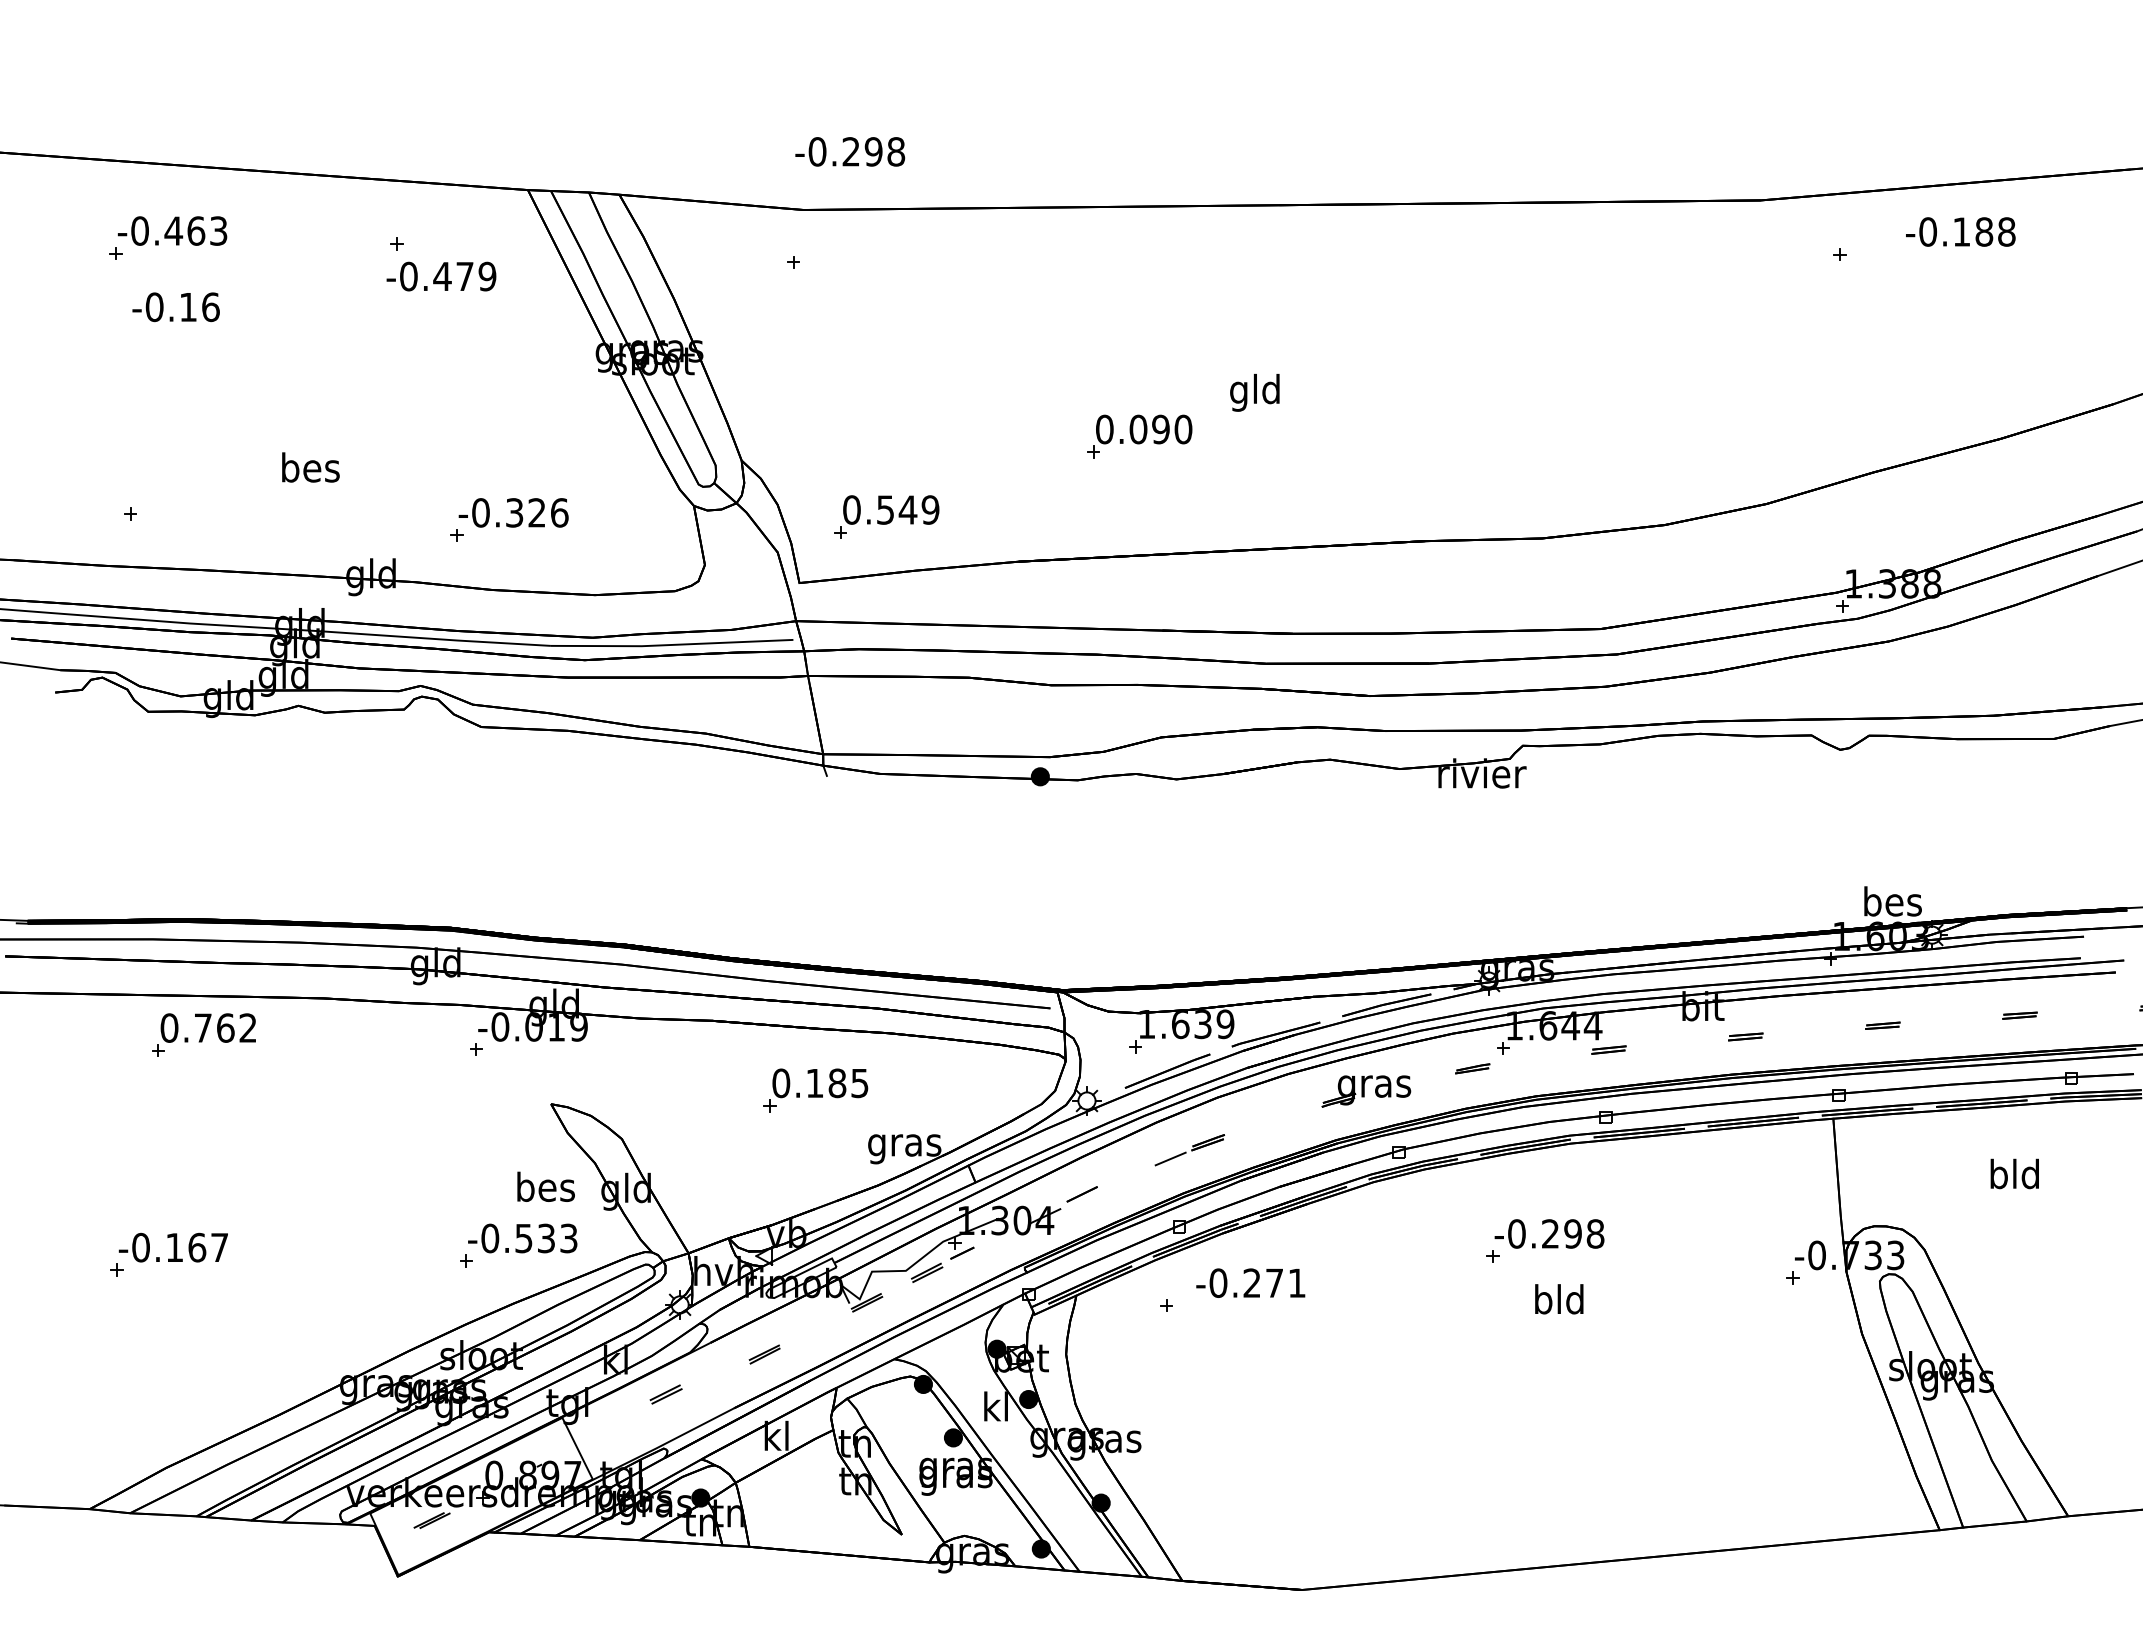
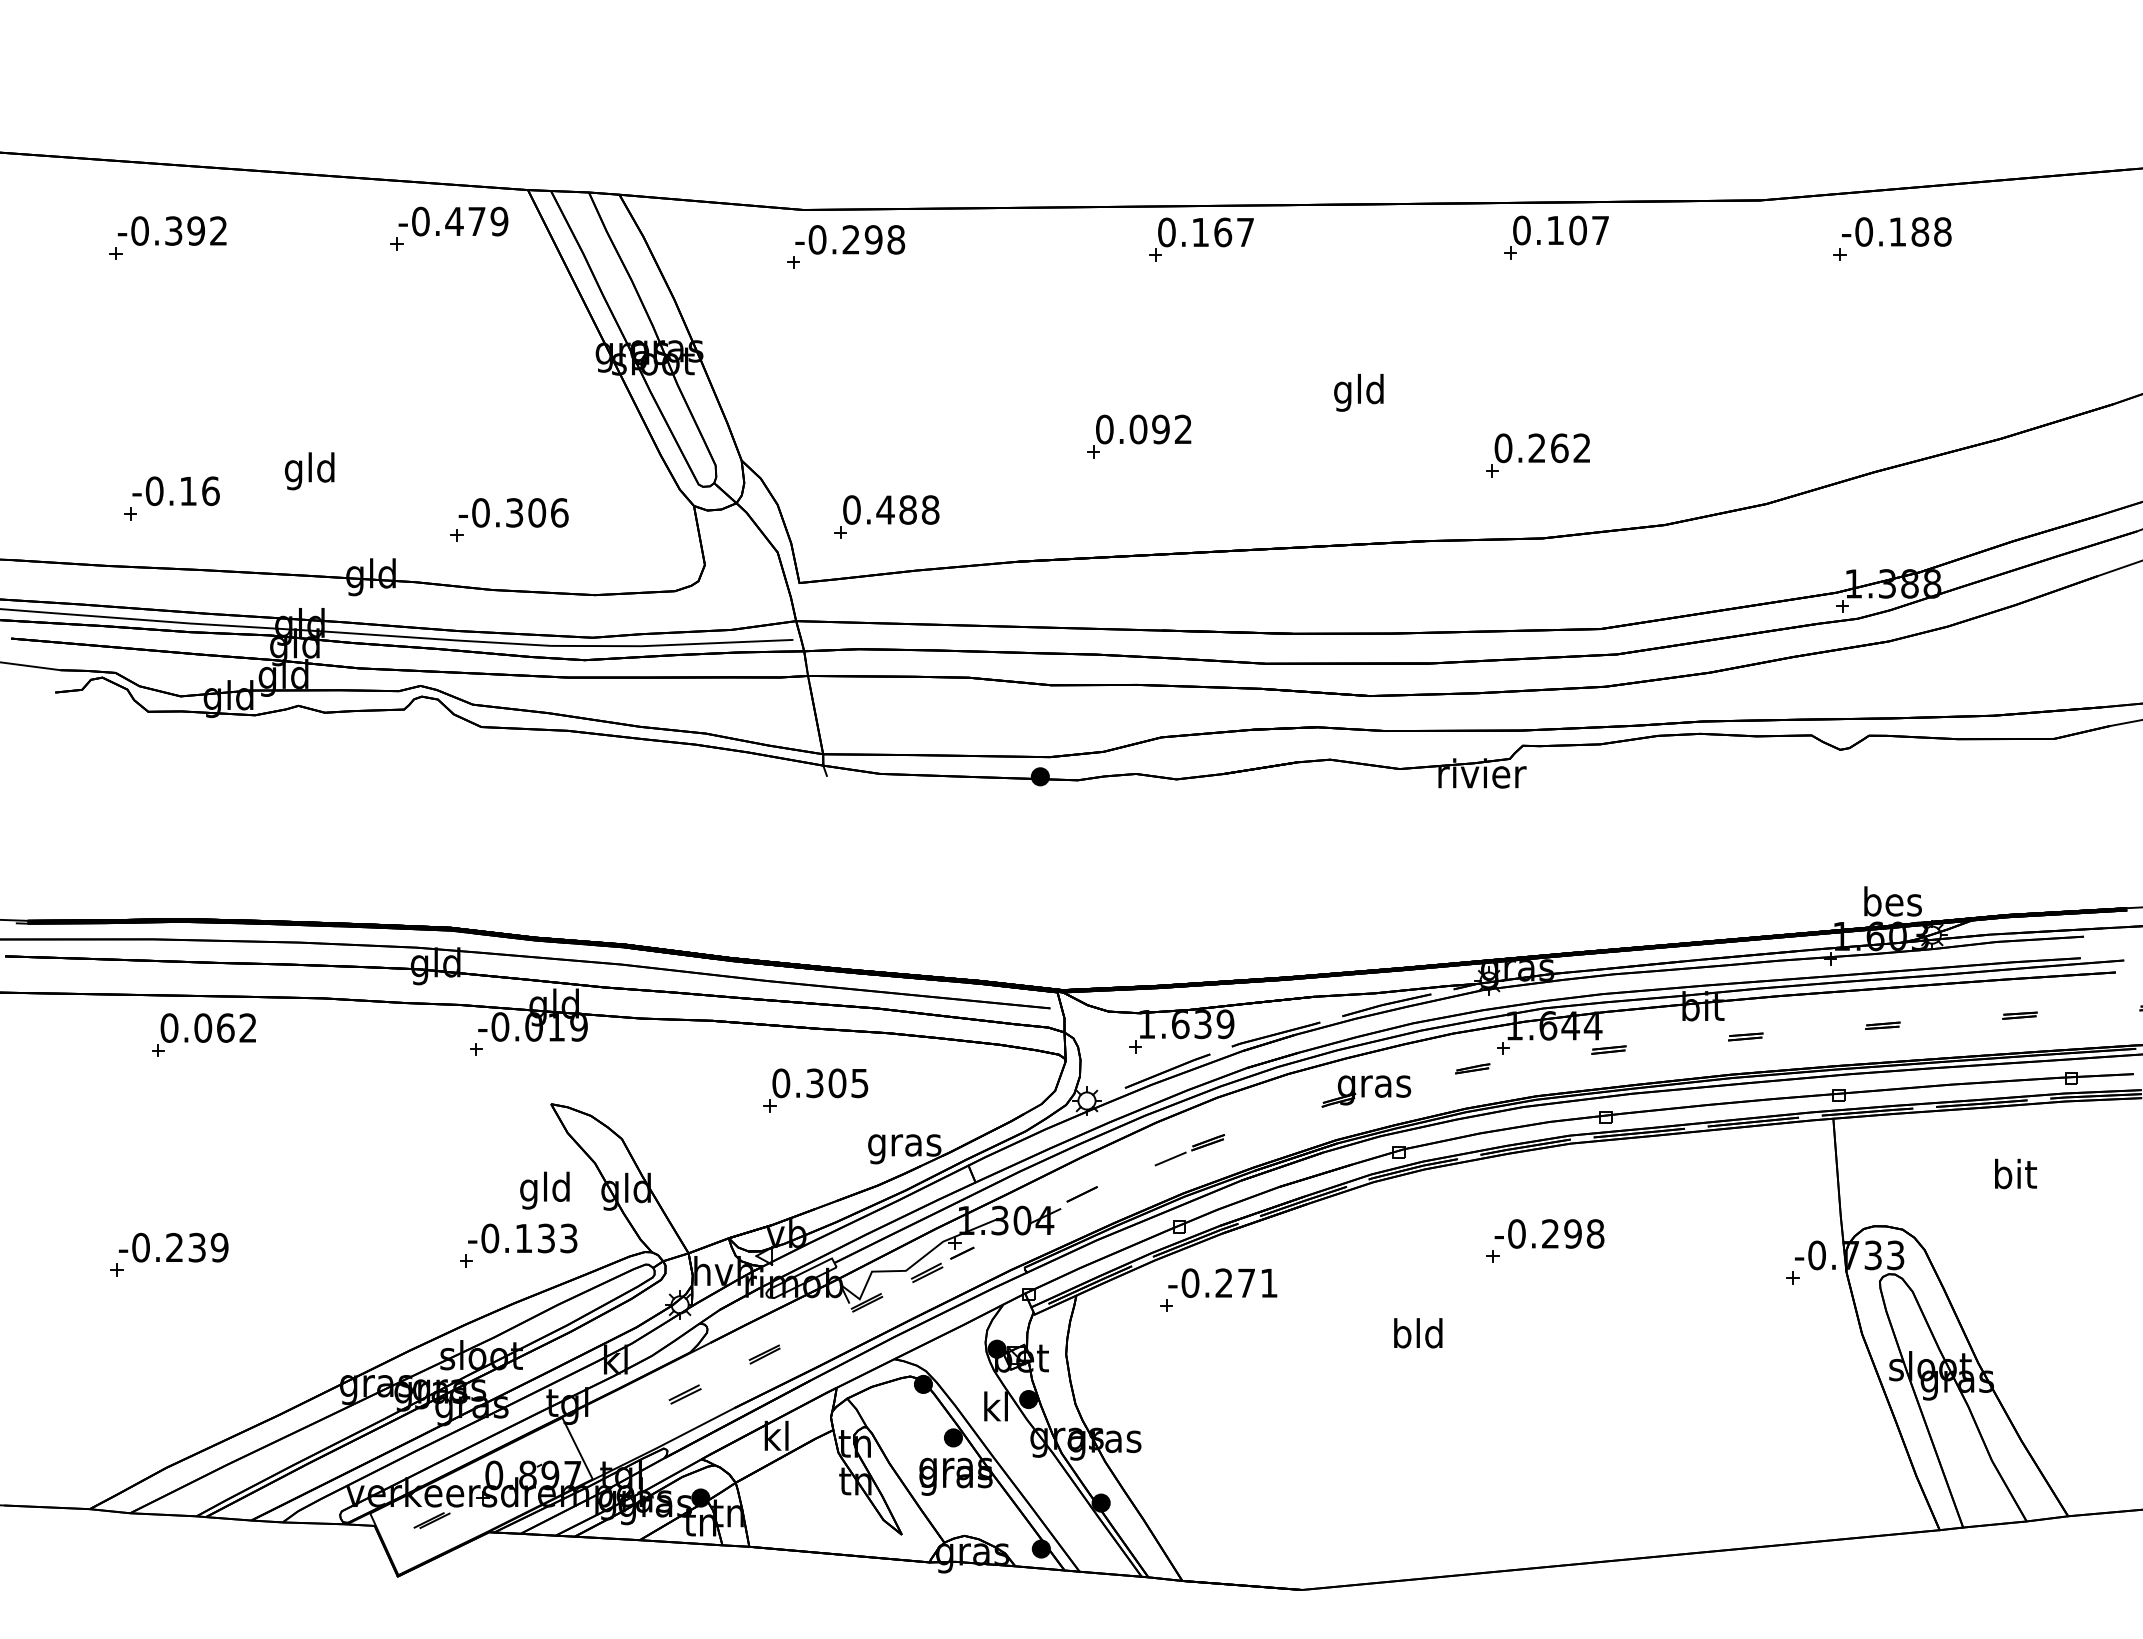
text at (850, 151) position: (850, 151) -> (850, 239)
text at (195, 230): -0.463 -> -0.392
text at (1960, 231) position: (1960, 231) -> (1896, 231)
part at (1556, 237): none -> present
part at (1201, 239): none -> present
text at (441, 276) position: (441, 276) -> (453, 221)
text at (175, 307) position: (175, 307) -> (175, 491)
text at (1254, 392) position: (1254, 392) -> (1358, 392)
text at (1183, 429): 0.090 -> 0.092
part at (1537, 455): none -> present
text at (310, 471): bes -> gld
text at (907, 509): 0.549 -> 0.488
text at (537, 512): -0.326 -> -0.306
text at (203, 1027): 0.762 -> 0.062
text at (826, 1083): 0.185 -> 0.305
text at (2014, 1173): bld -> bit
text at (545, 1190): bes -> gld
text at (523, 1238): -0.533 -> -0.133
text at (197, 1247): -0.167 -> -0.239
text at (1250, 1282) position: (1250, 1282) -> (1222, 1282)
text at (1559, 1299) position: (1559, 1299) -> (1418, 1333)
part at (665, 1394) position: (665, 1394) -> (684, 1394)
